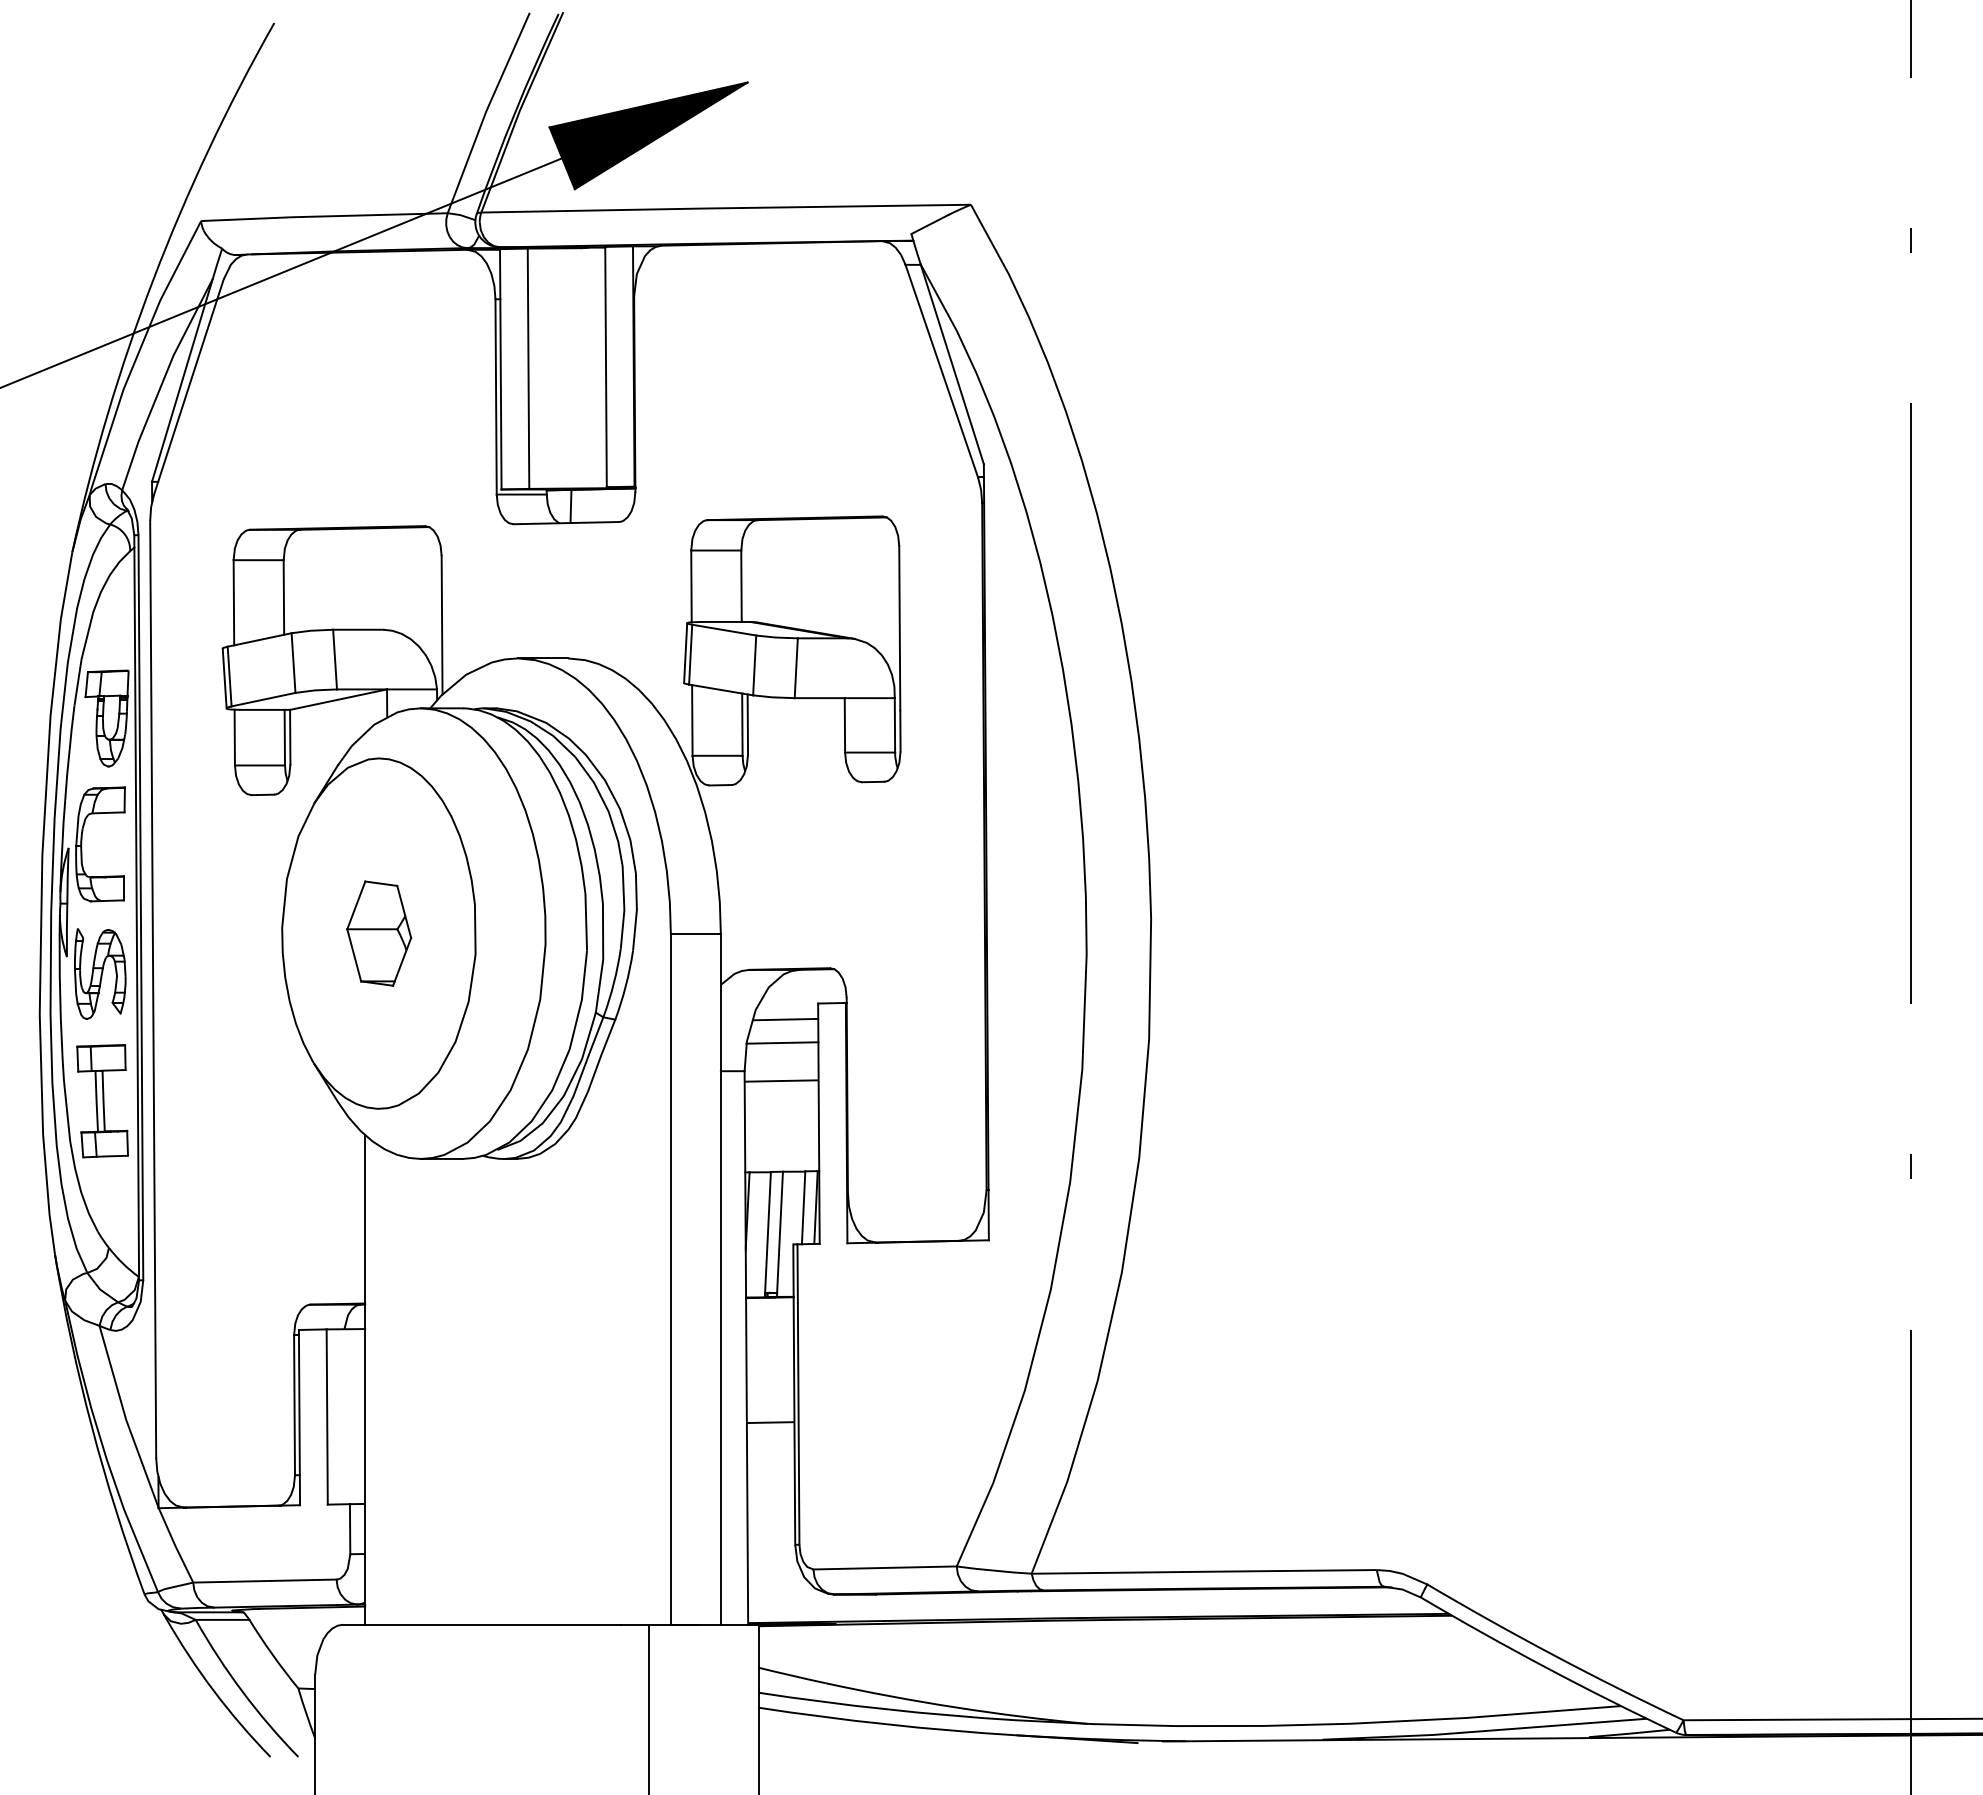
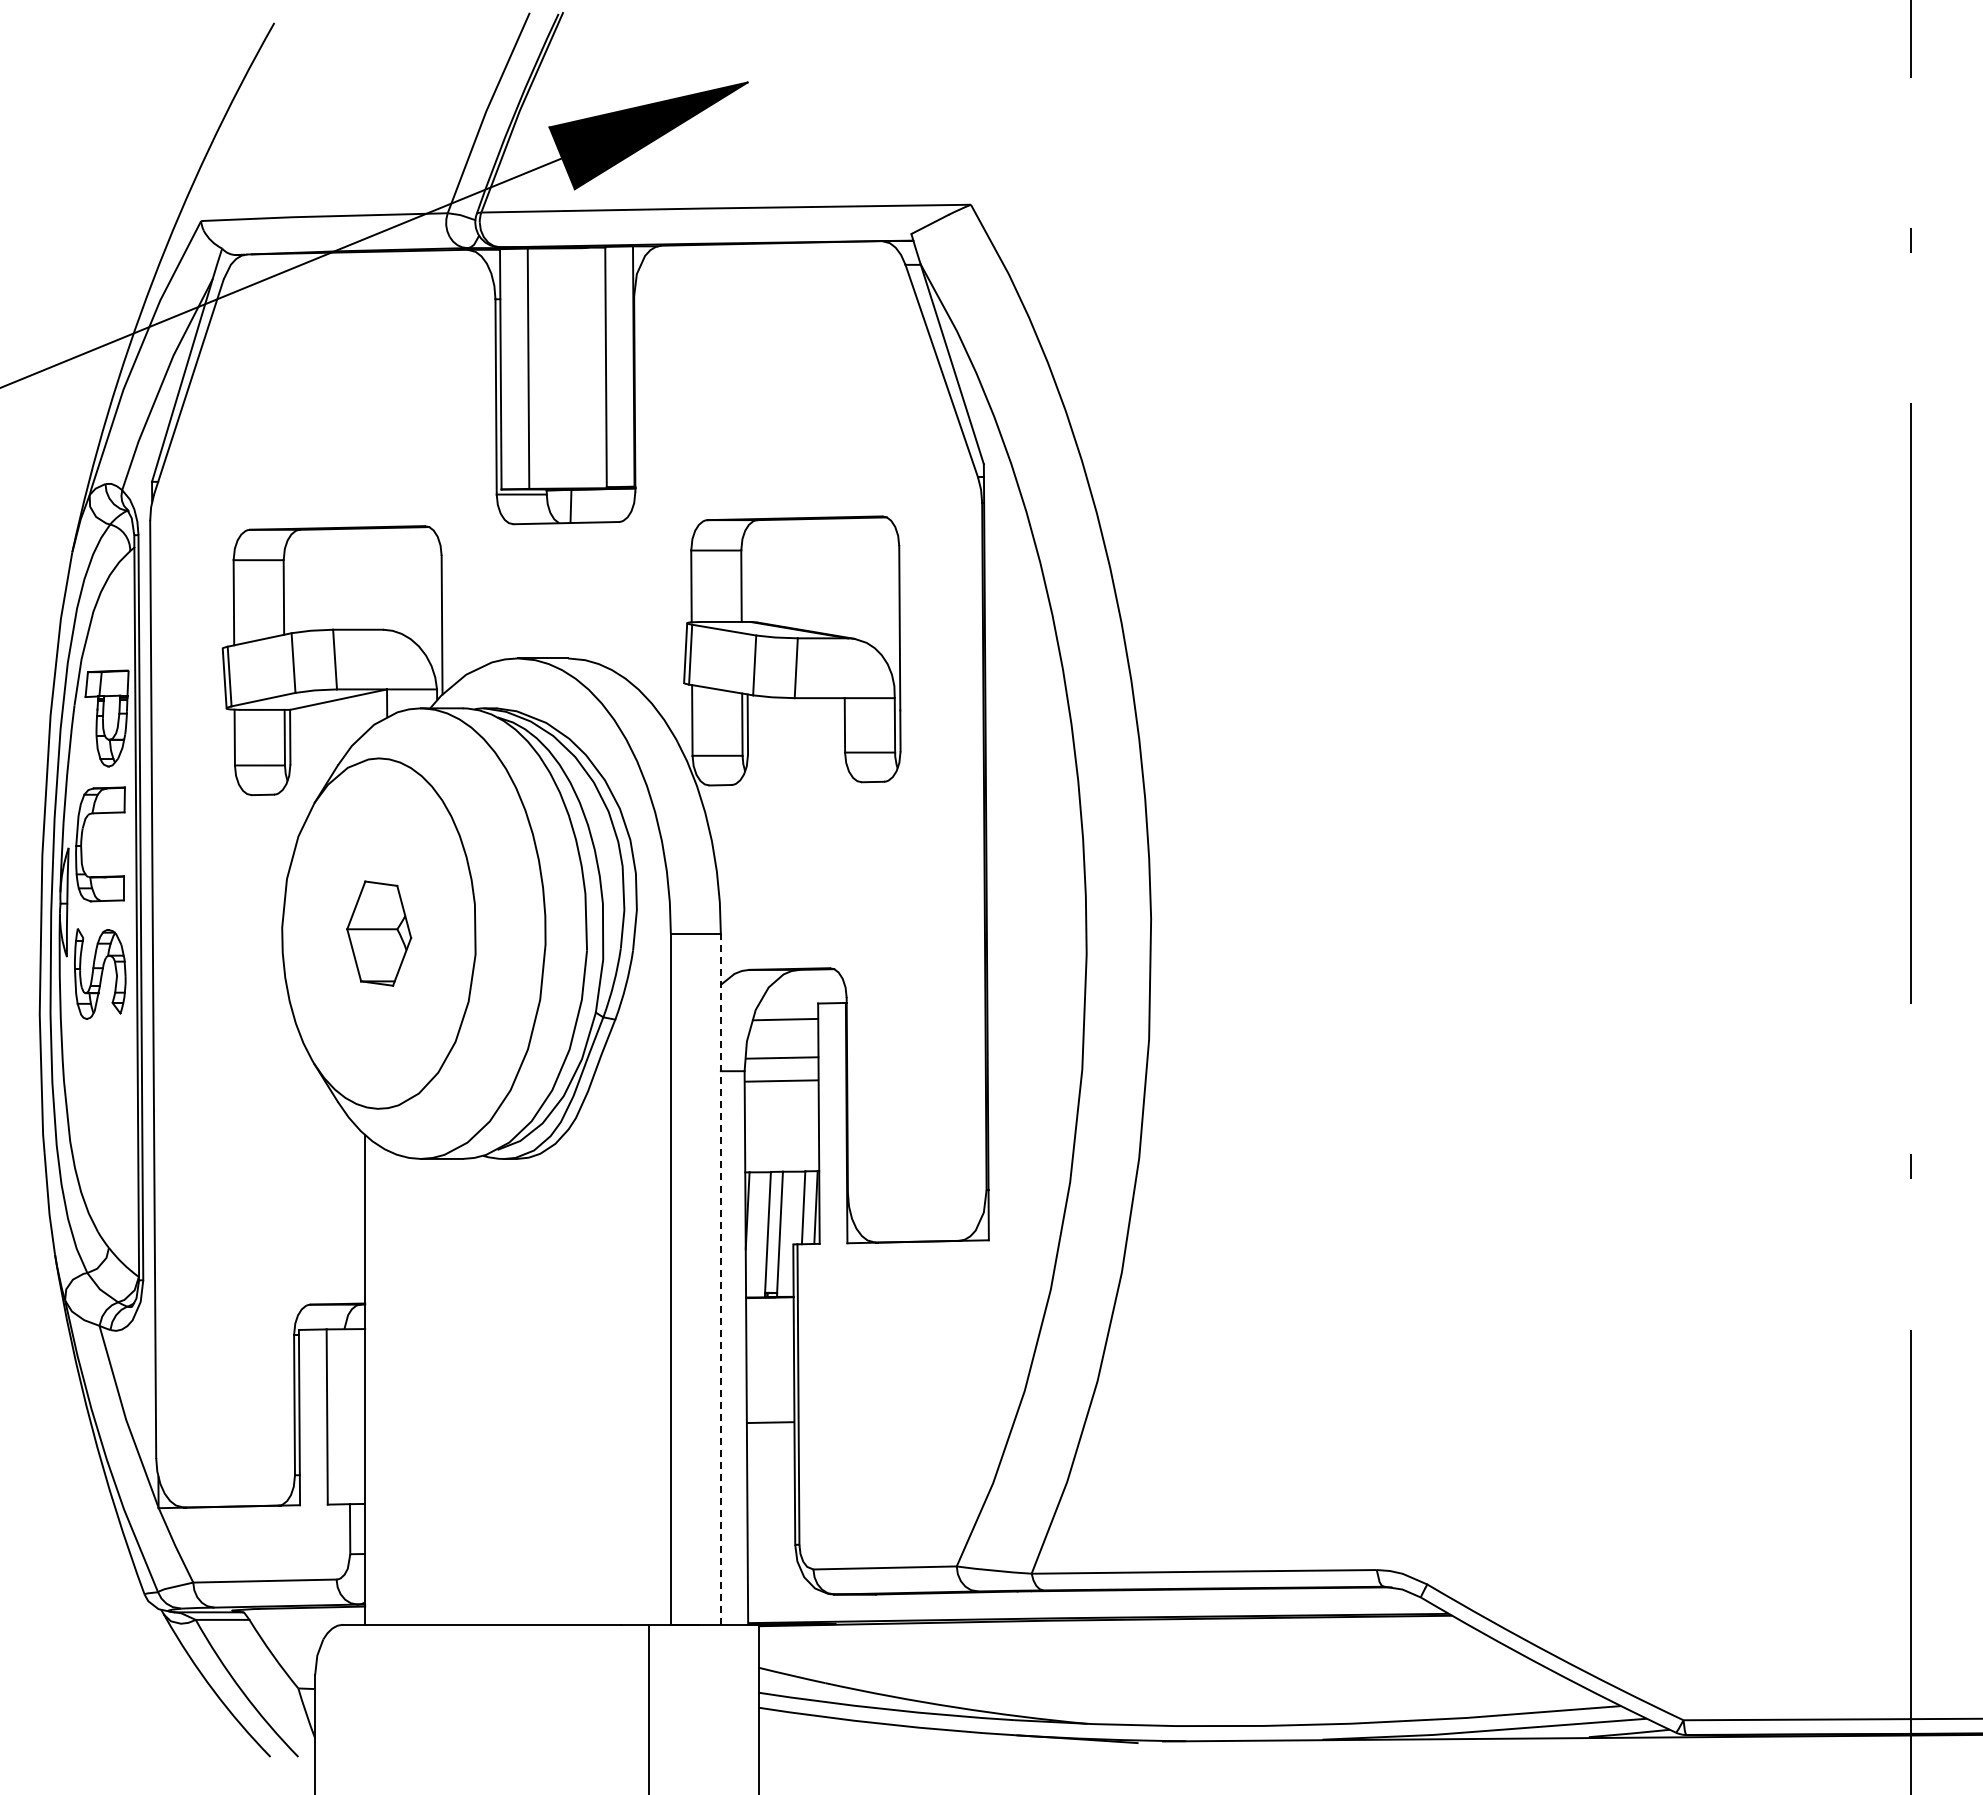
line at (782, 1042) position: (782, 1042) -> (782, 1057)
part at (102, 1101): present -> none
line at (720, 1278): solid -> dashed
